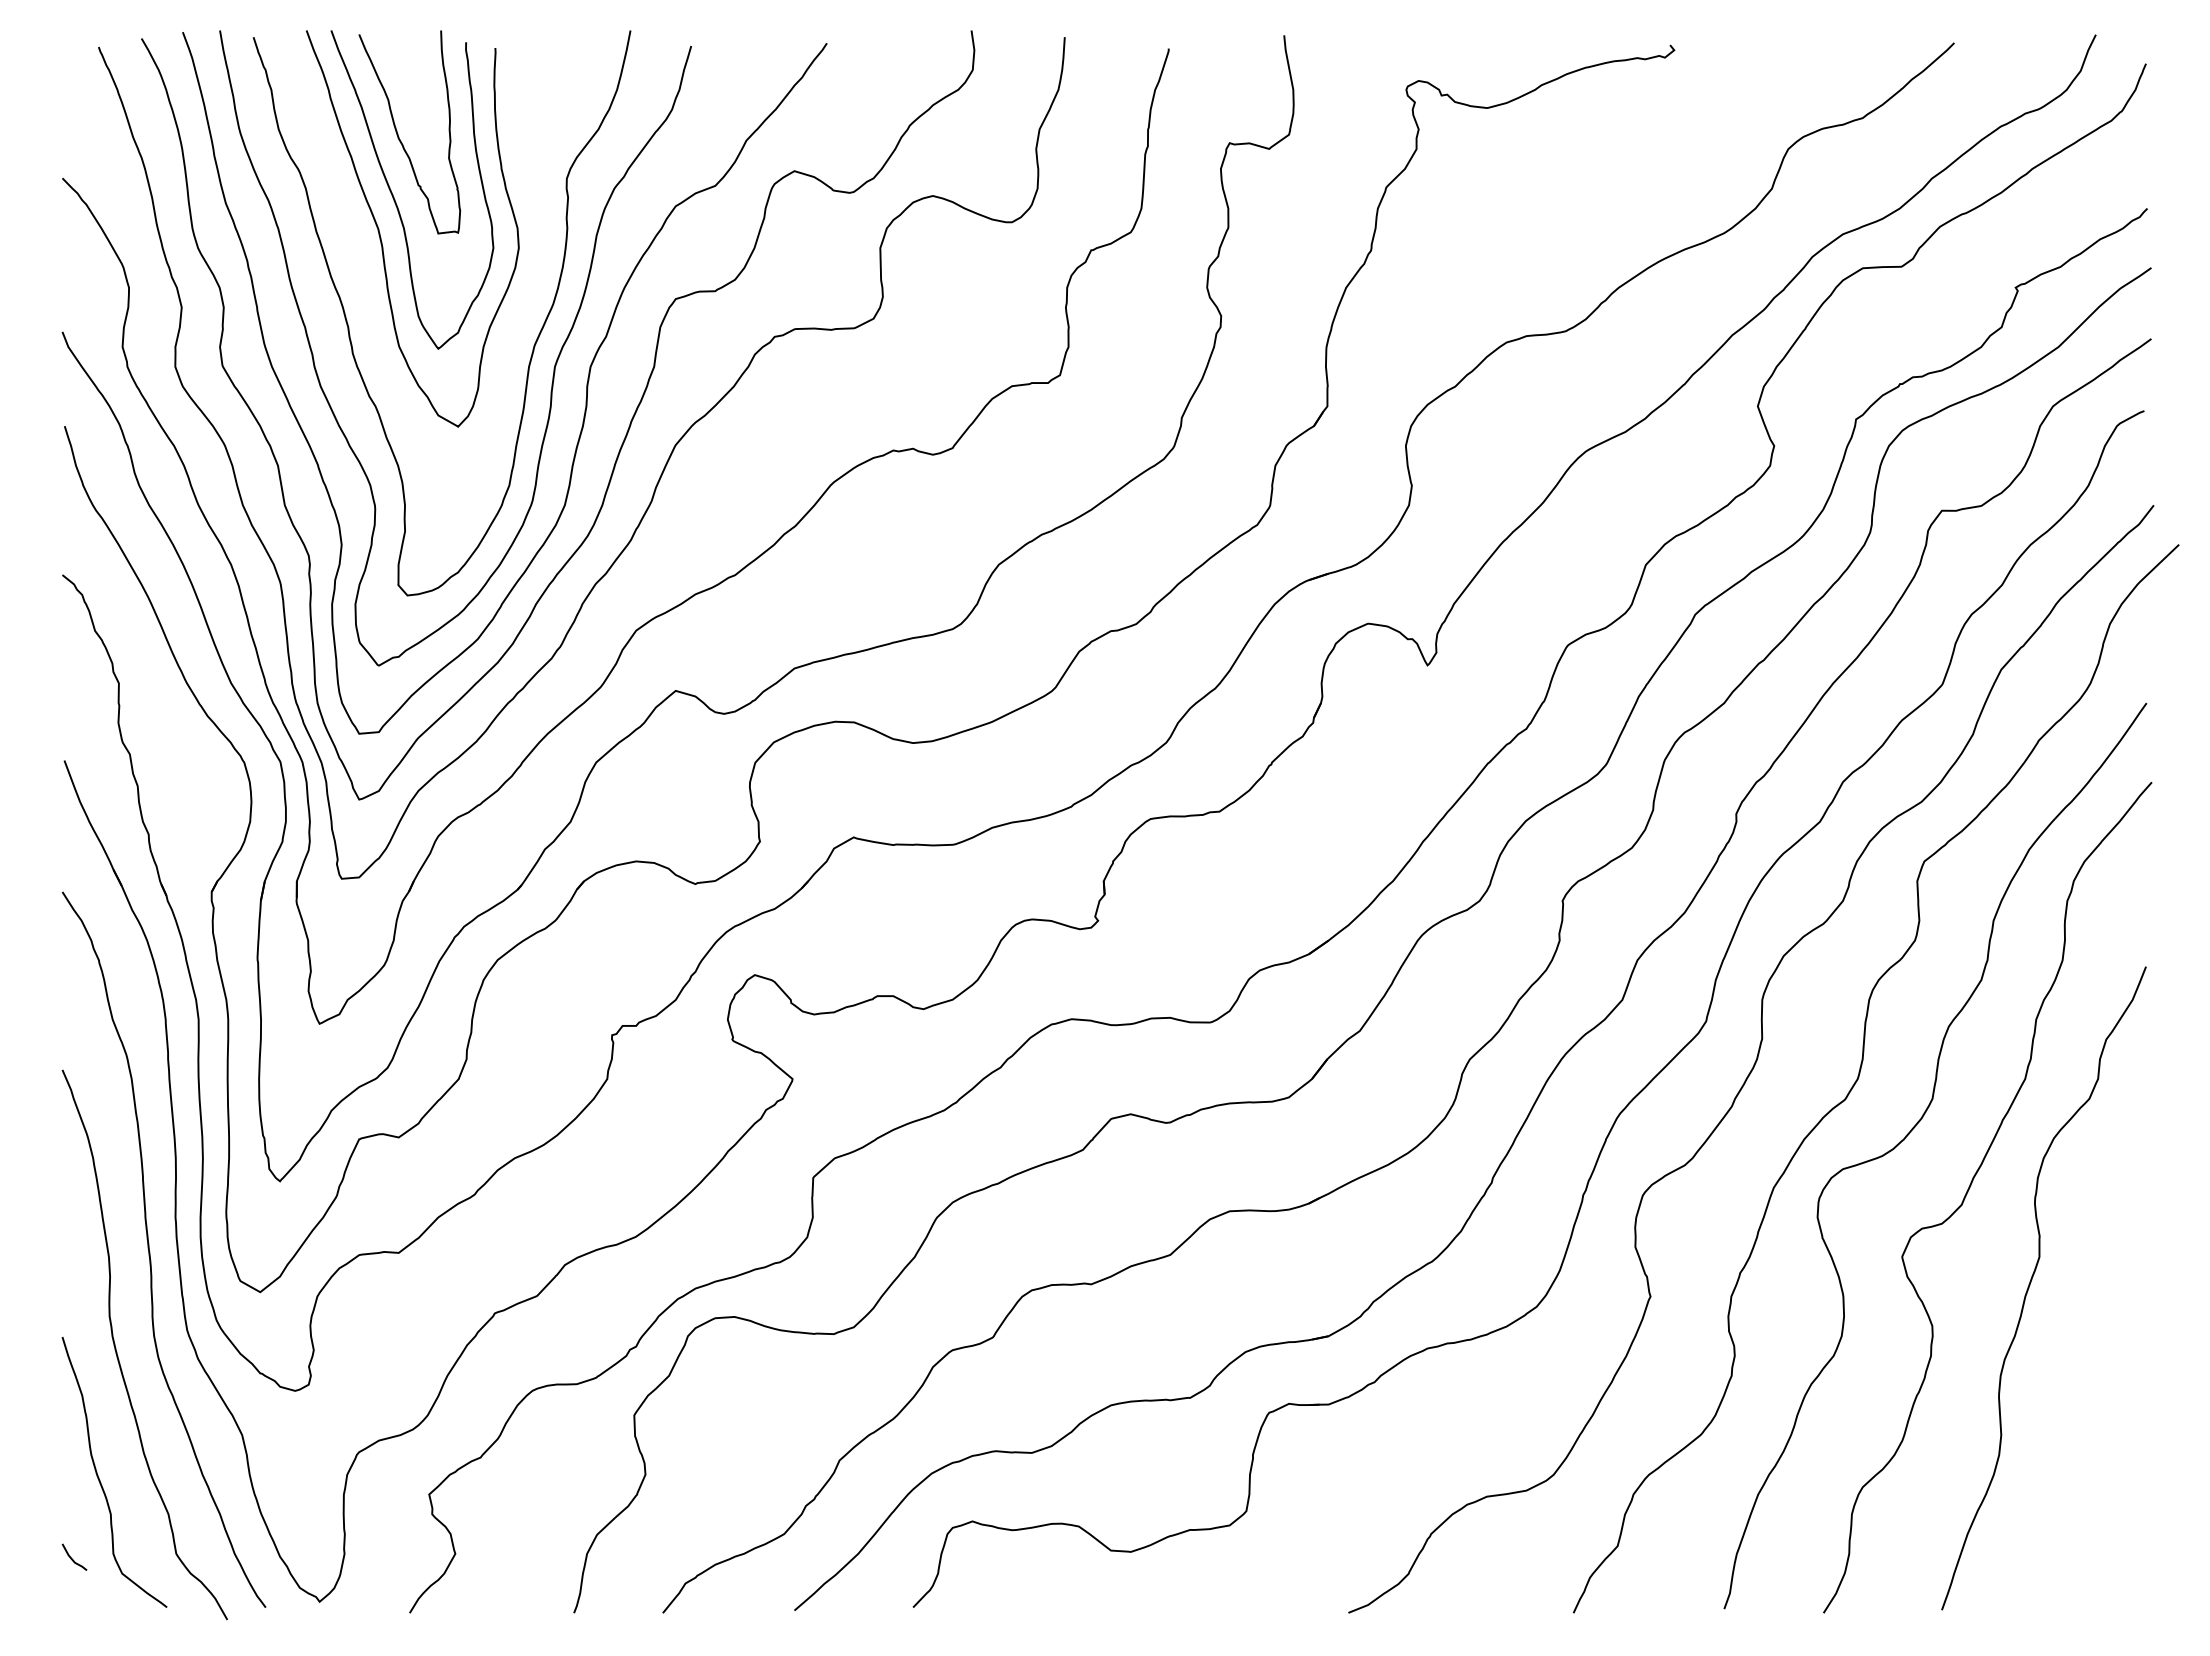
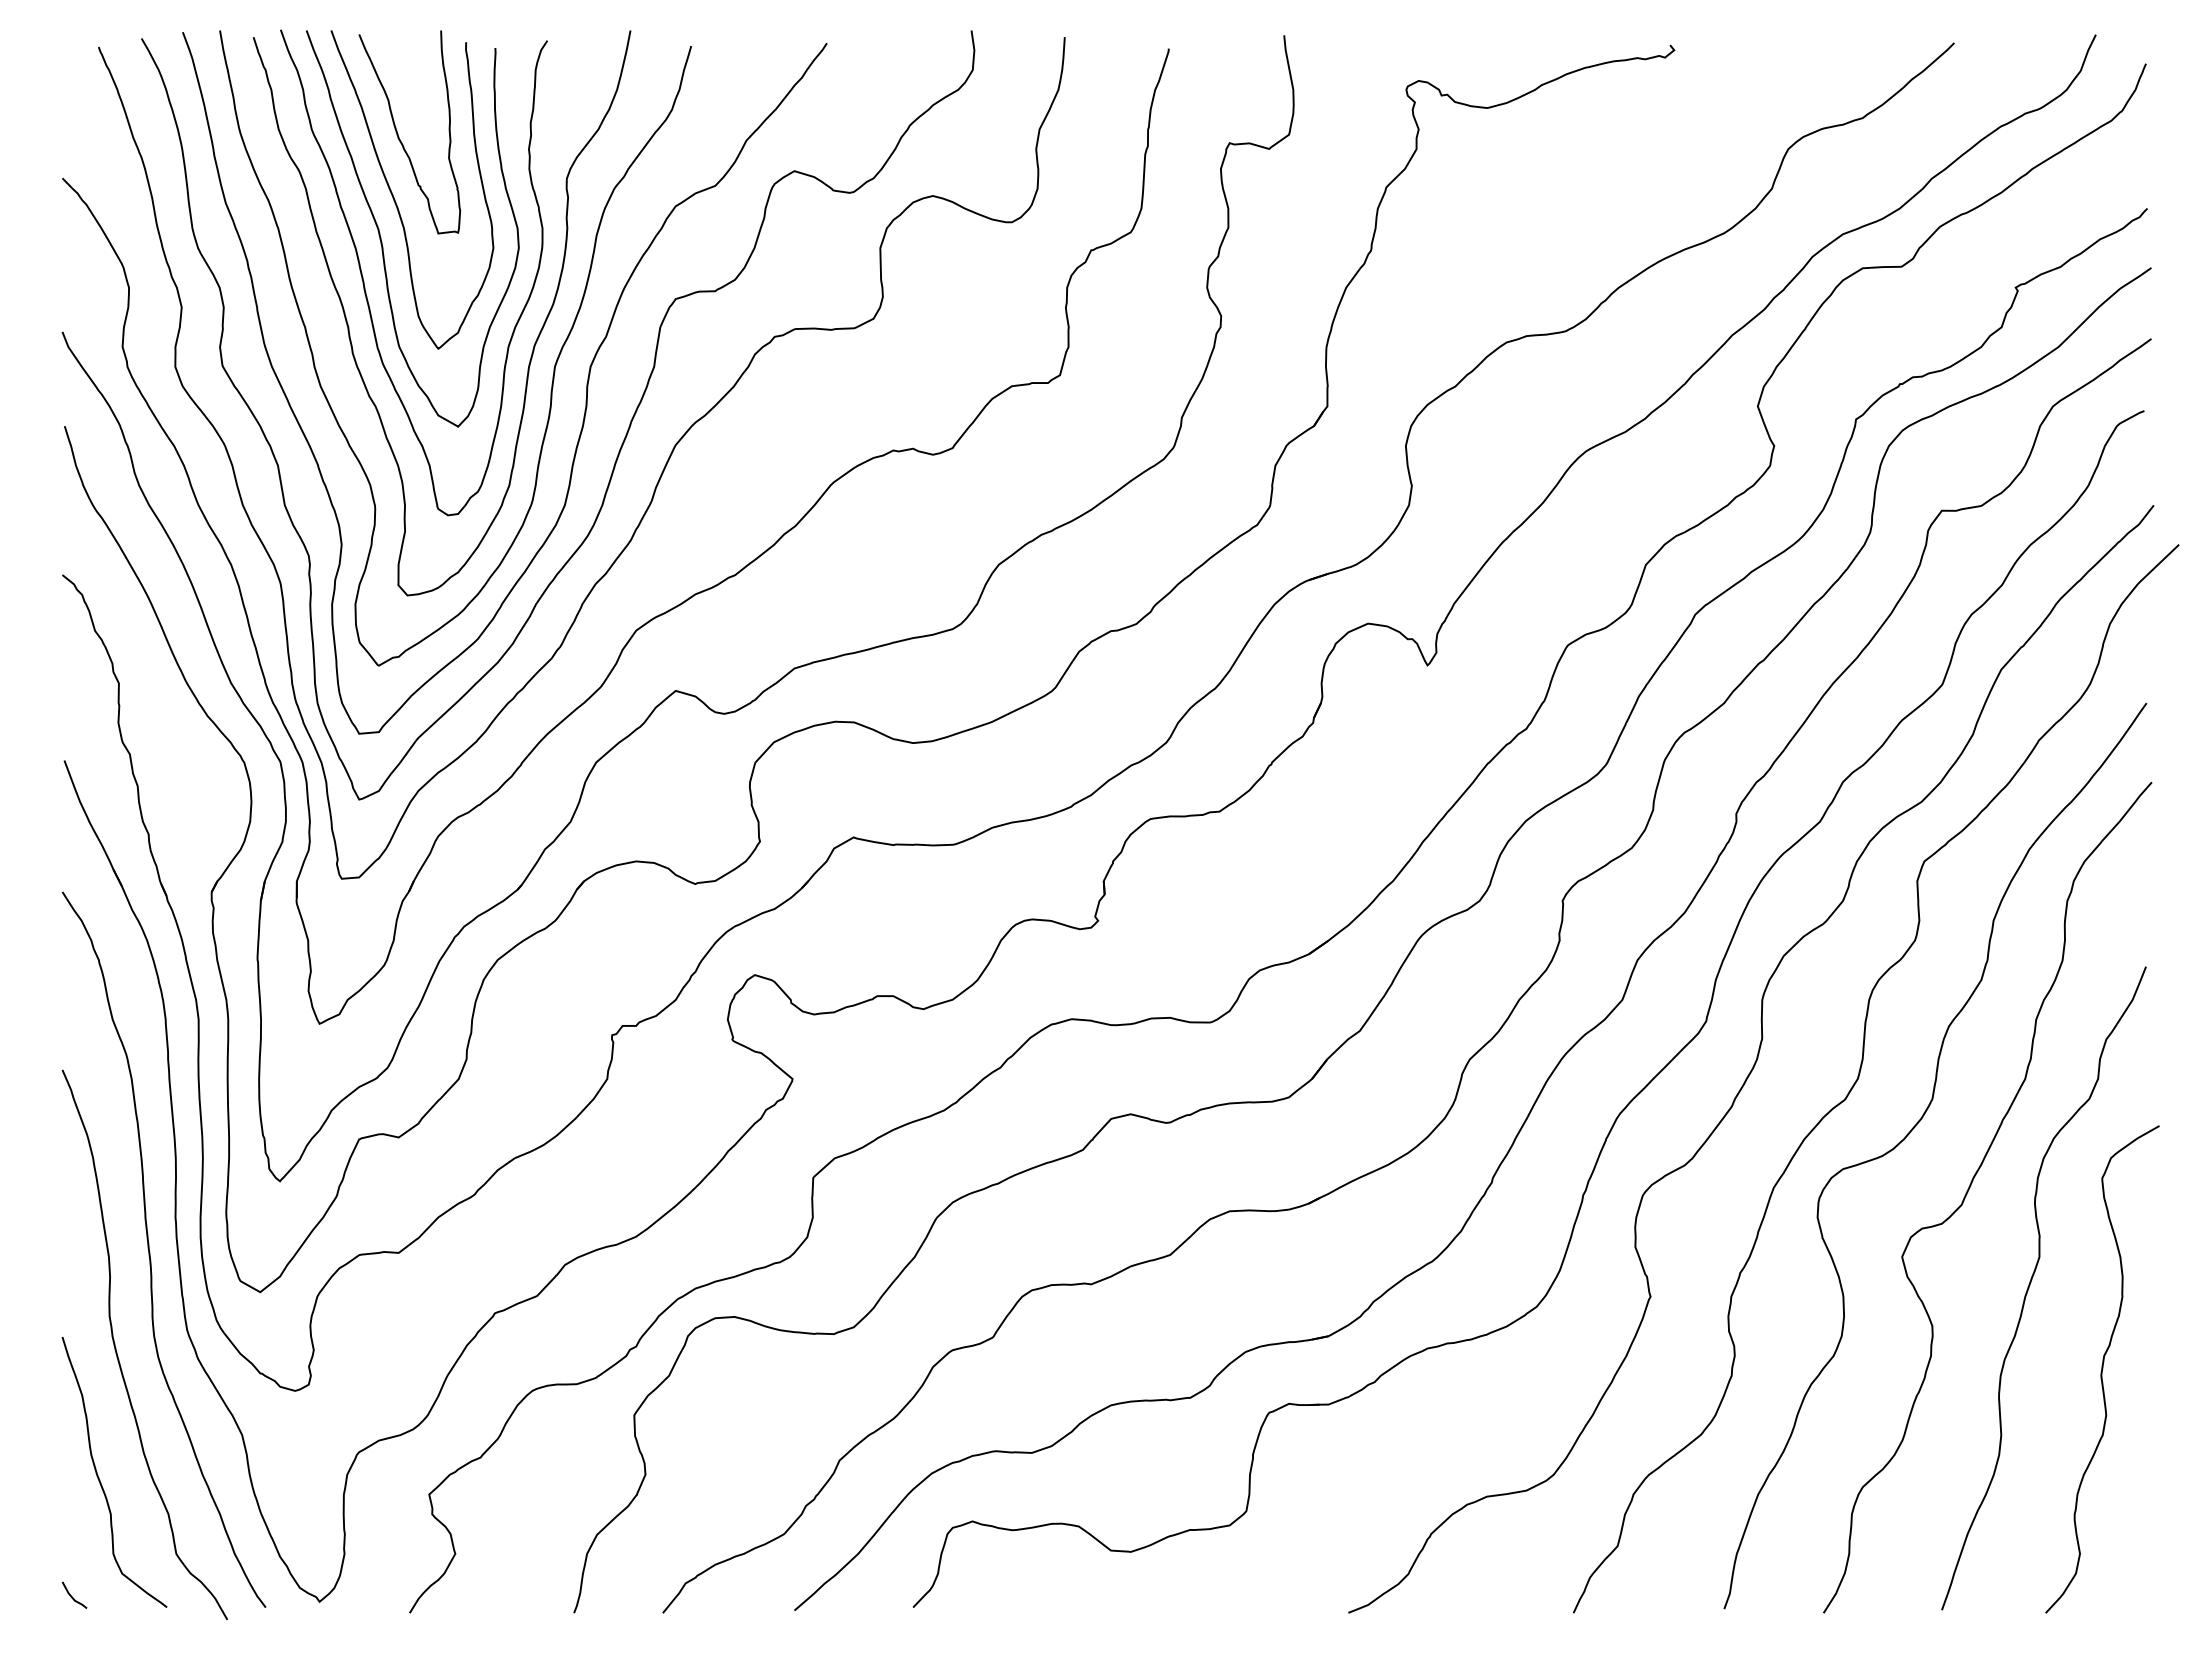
curve at (364, 281): none -> present
curve at (2102, 1369): none -> present
line at (72, 1558) position: (72, 1558) -> (72, 1596)
